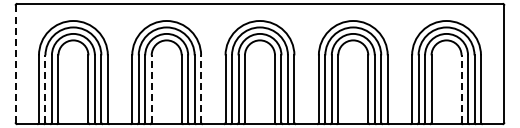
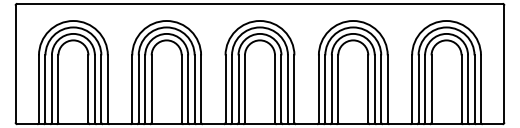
line at (15, 64): dashed -> solid
line at (45, 88): dashed -> solid
line at (151, 88): dashed -> solid
line at (201, 88): dashed -> solid
line at (461, 88): dashed -> solid
